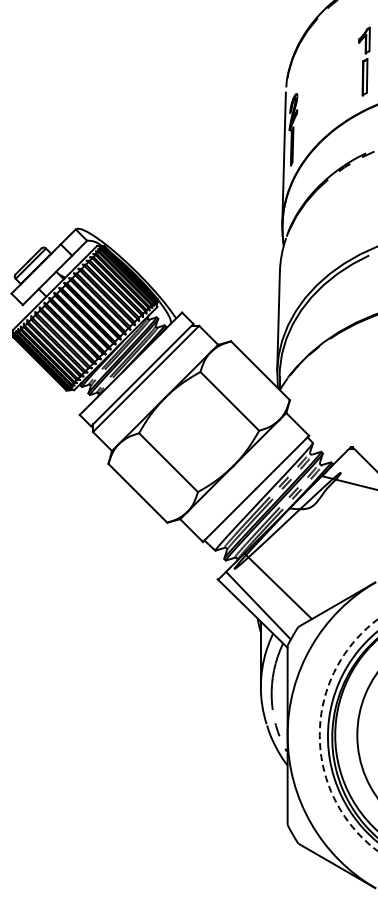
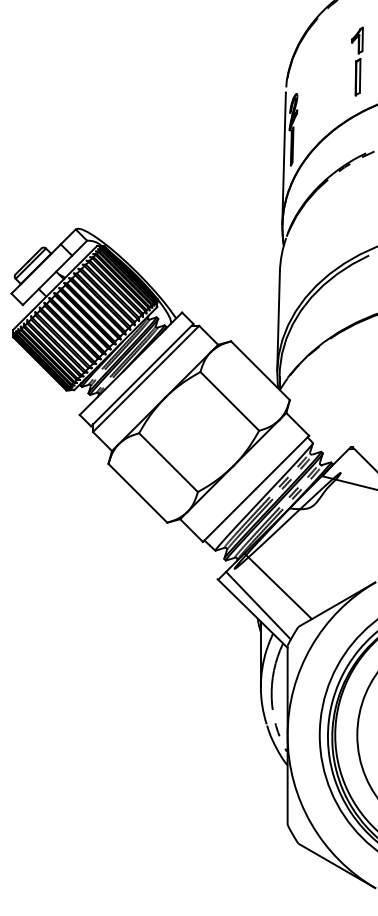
part at (364, 61) position: (364, 61) -> (357, 61)
circle at (348, 735): dashed -> solid
